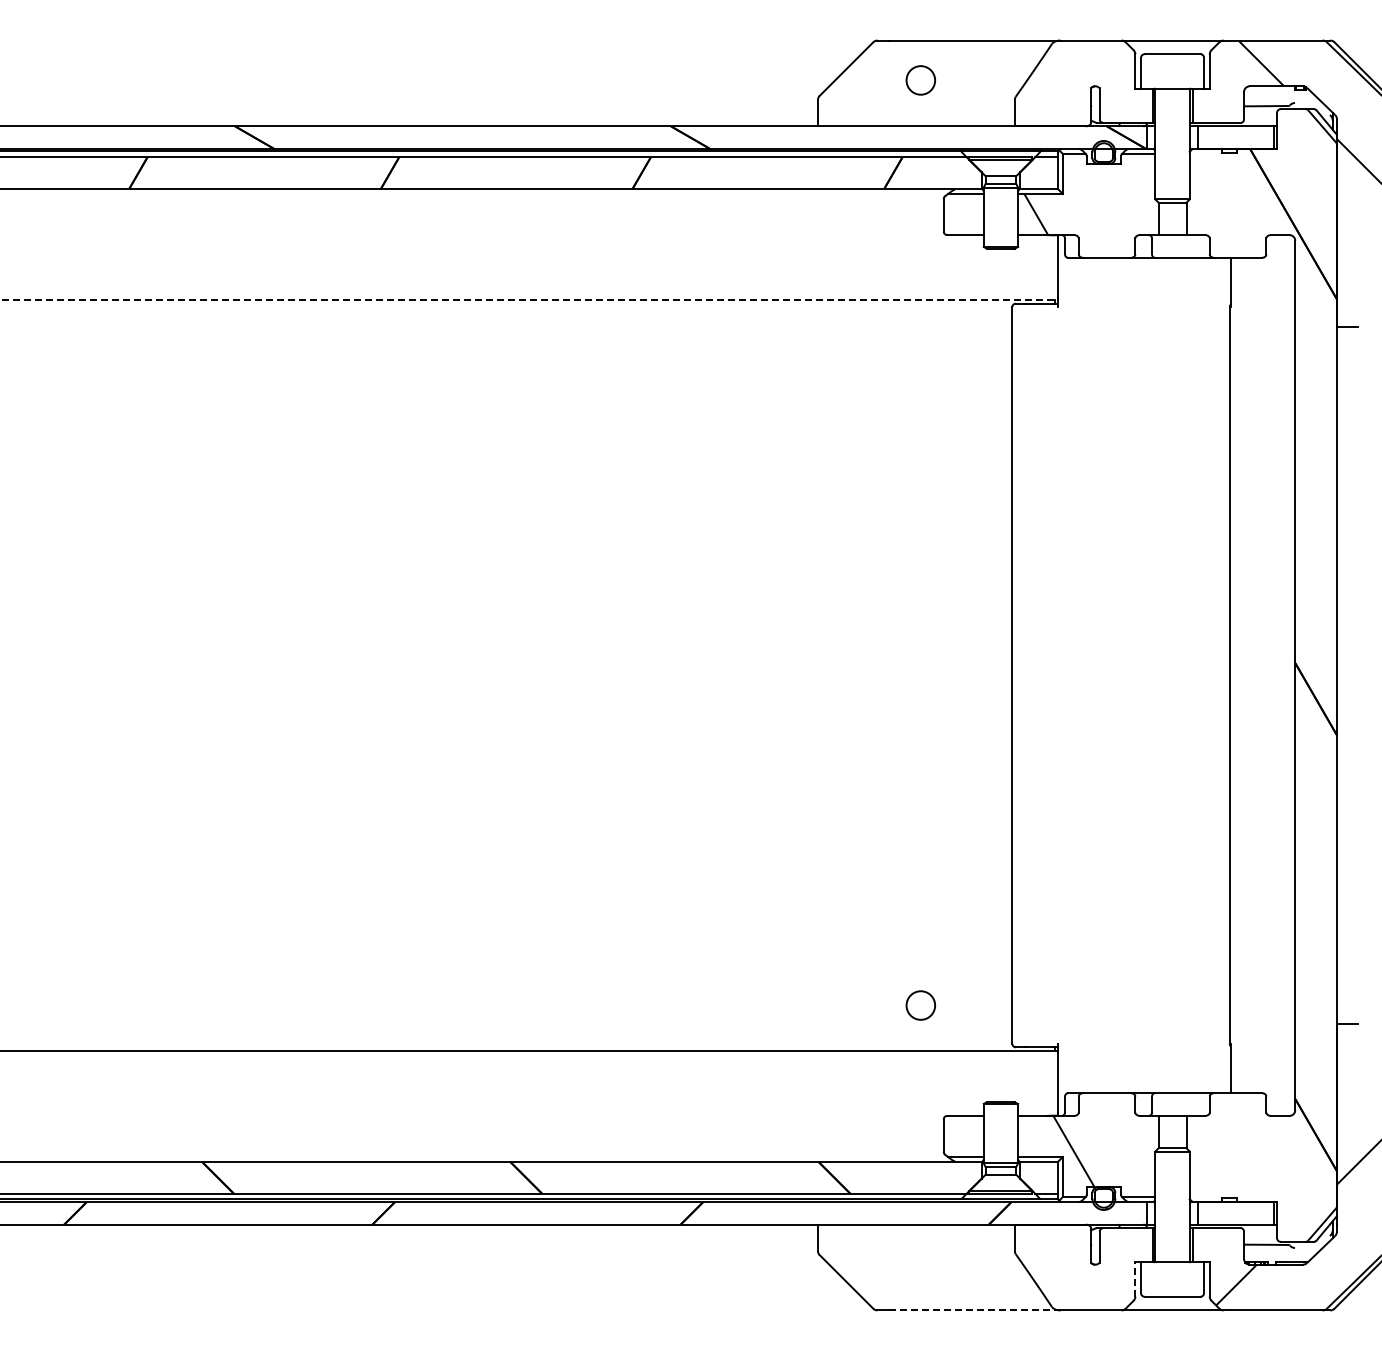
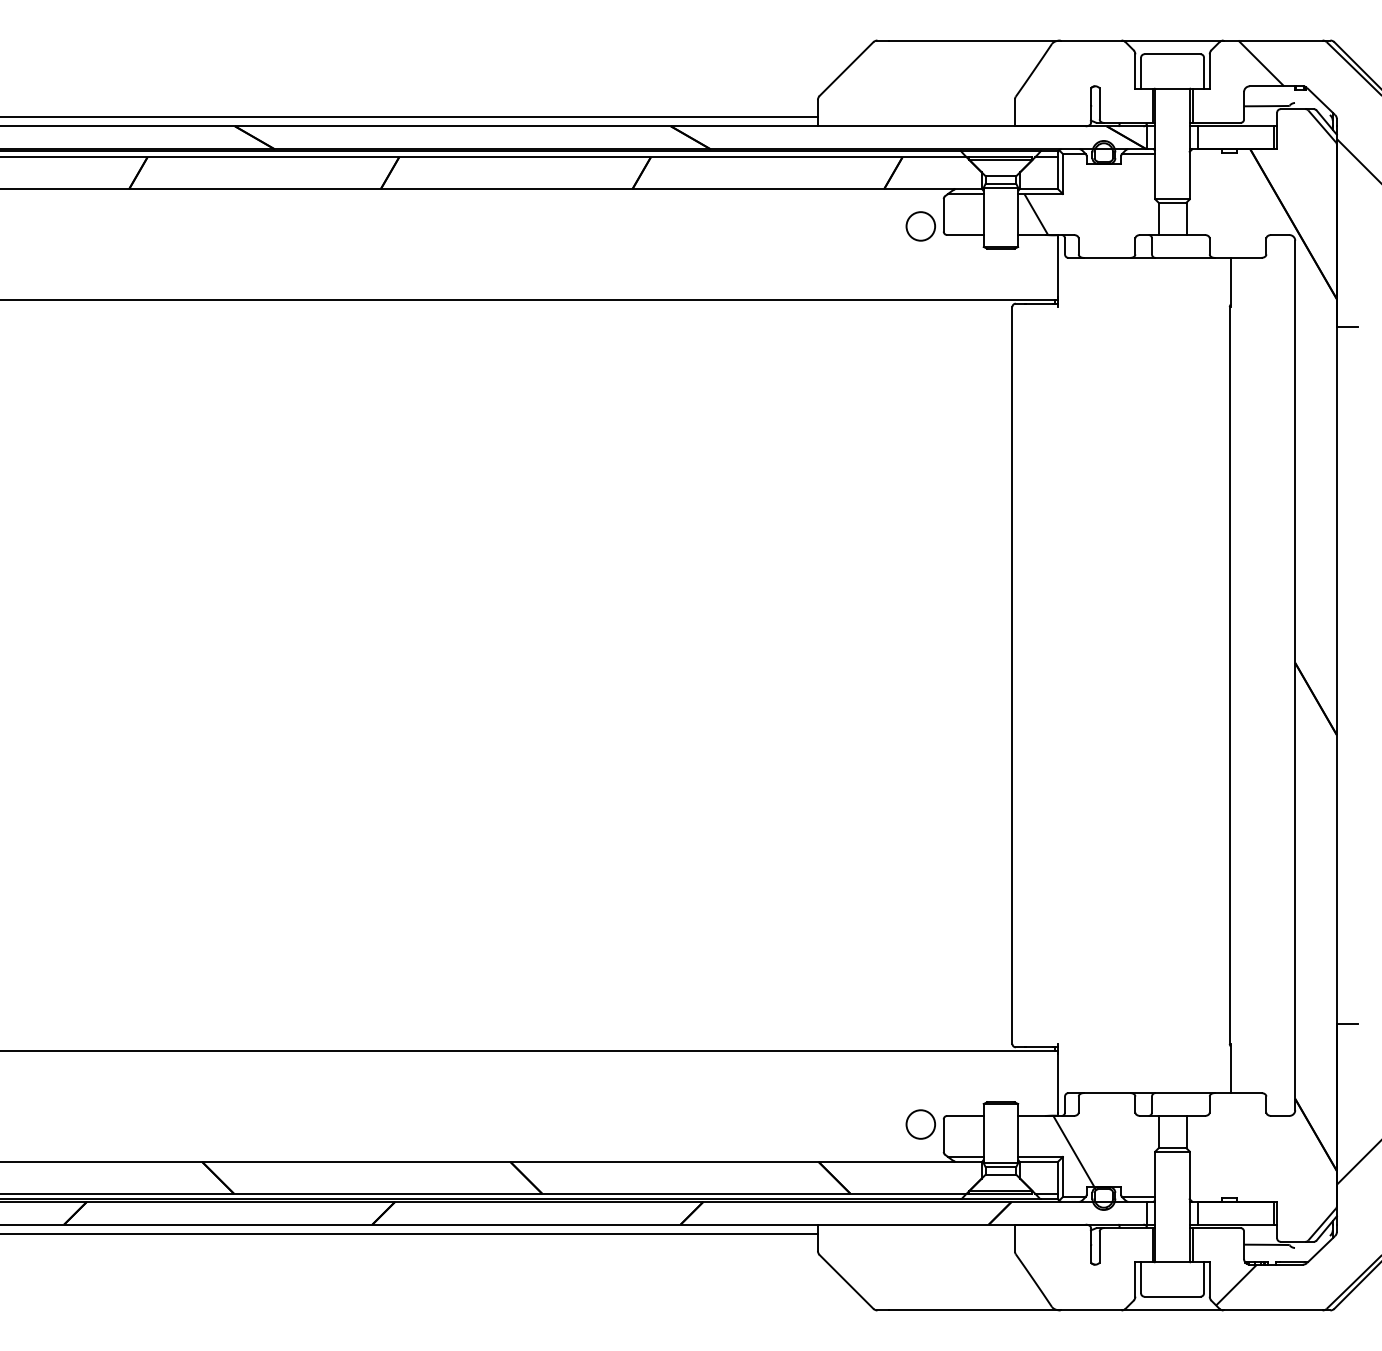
circle at (920, 80) position: (920, 80) -> (920, 226)
line at (409, 117): none -> present
line at (529, 300): dashed -> solid
circle at (920, 1005) position: (920, 1005) -> (920, 1124)
line at (409, 1233): none -> present
line at (1135, 1279): dashed -> solid
line at (975, 1310): dashed -> solid
